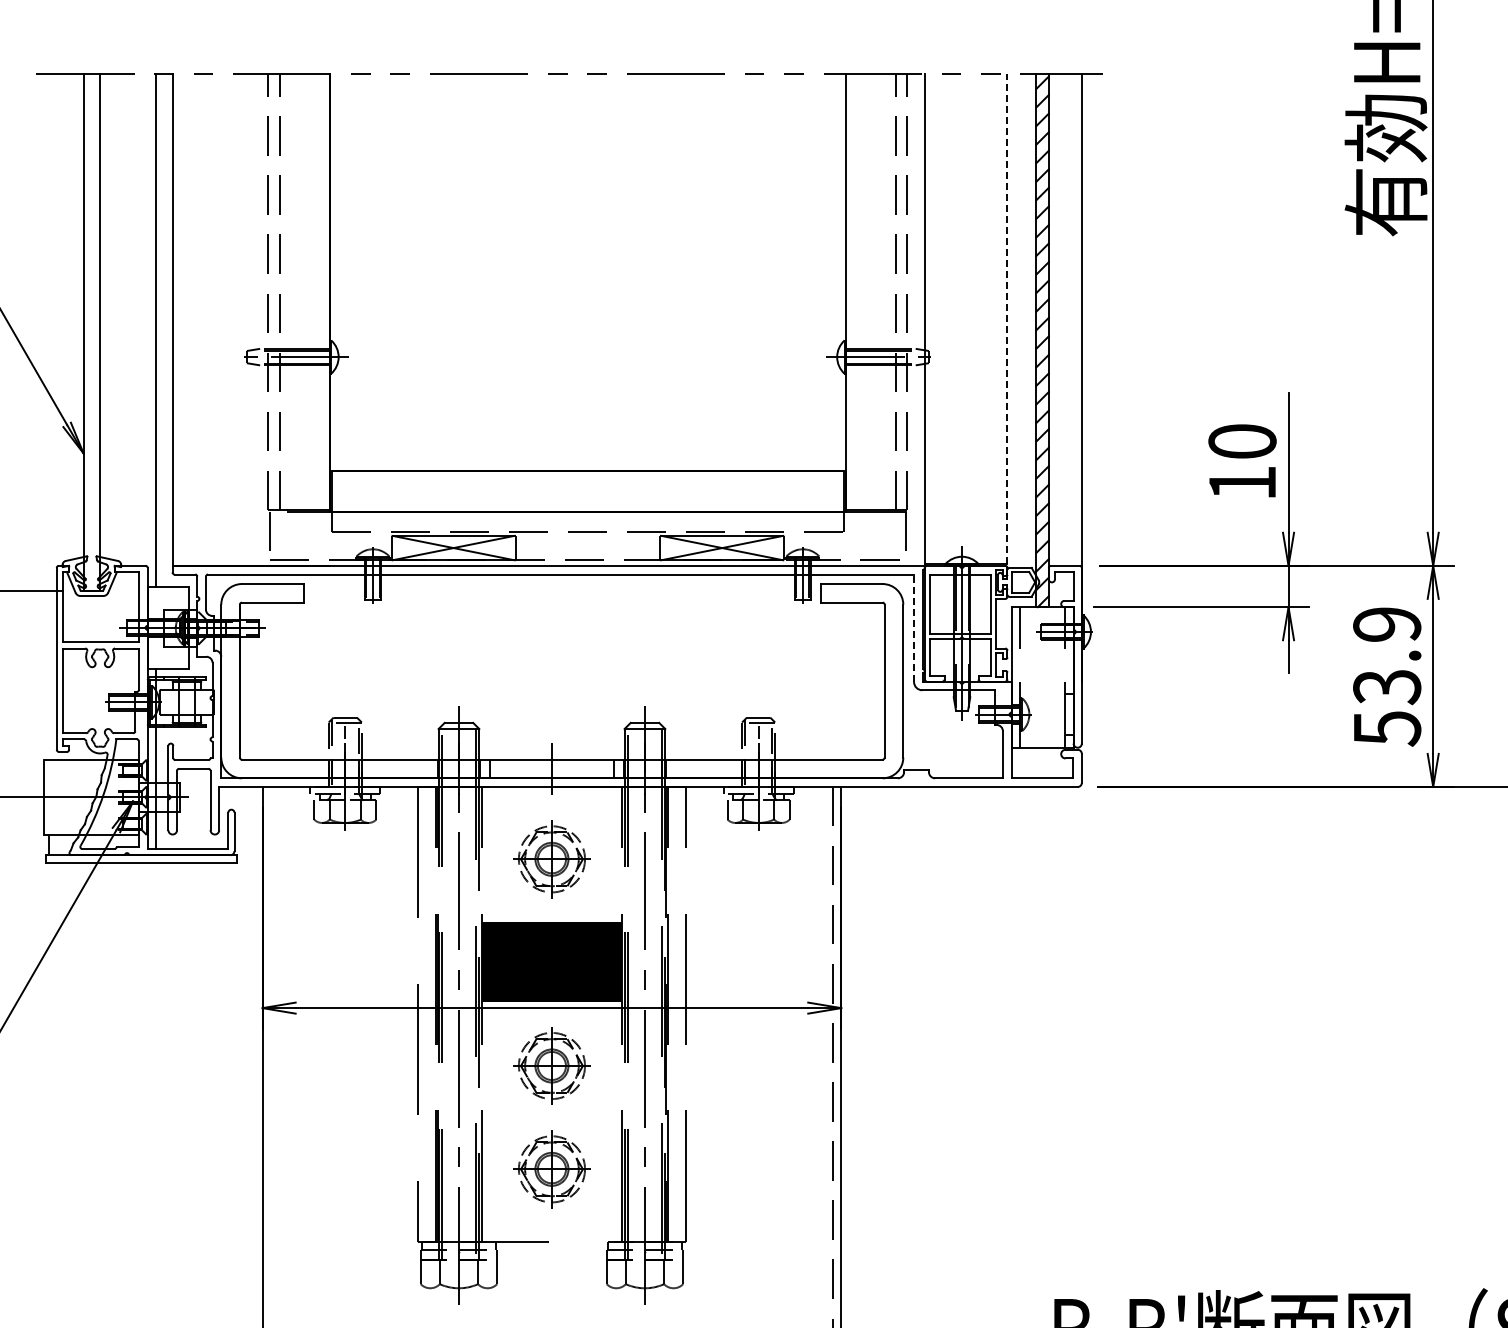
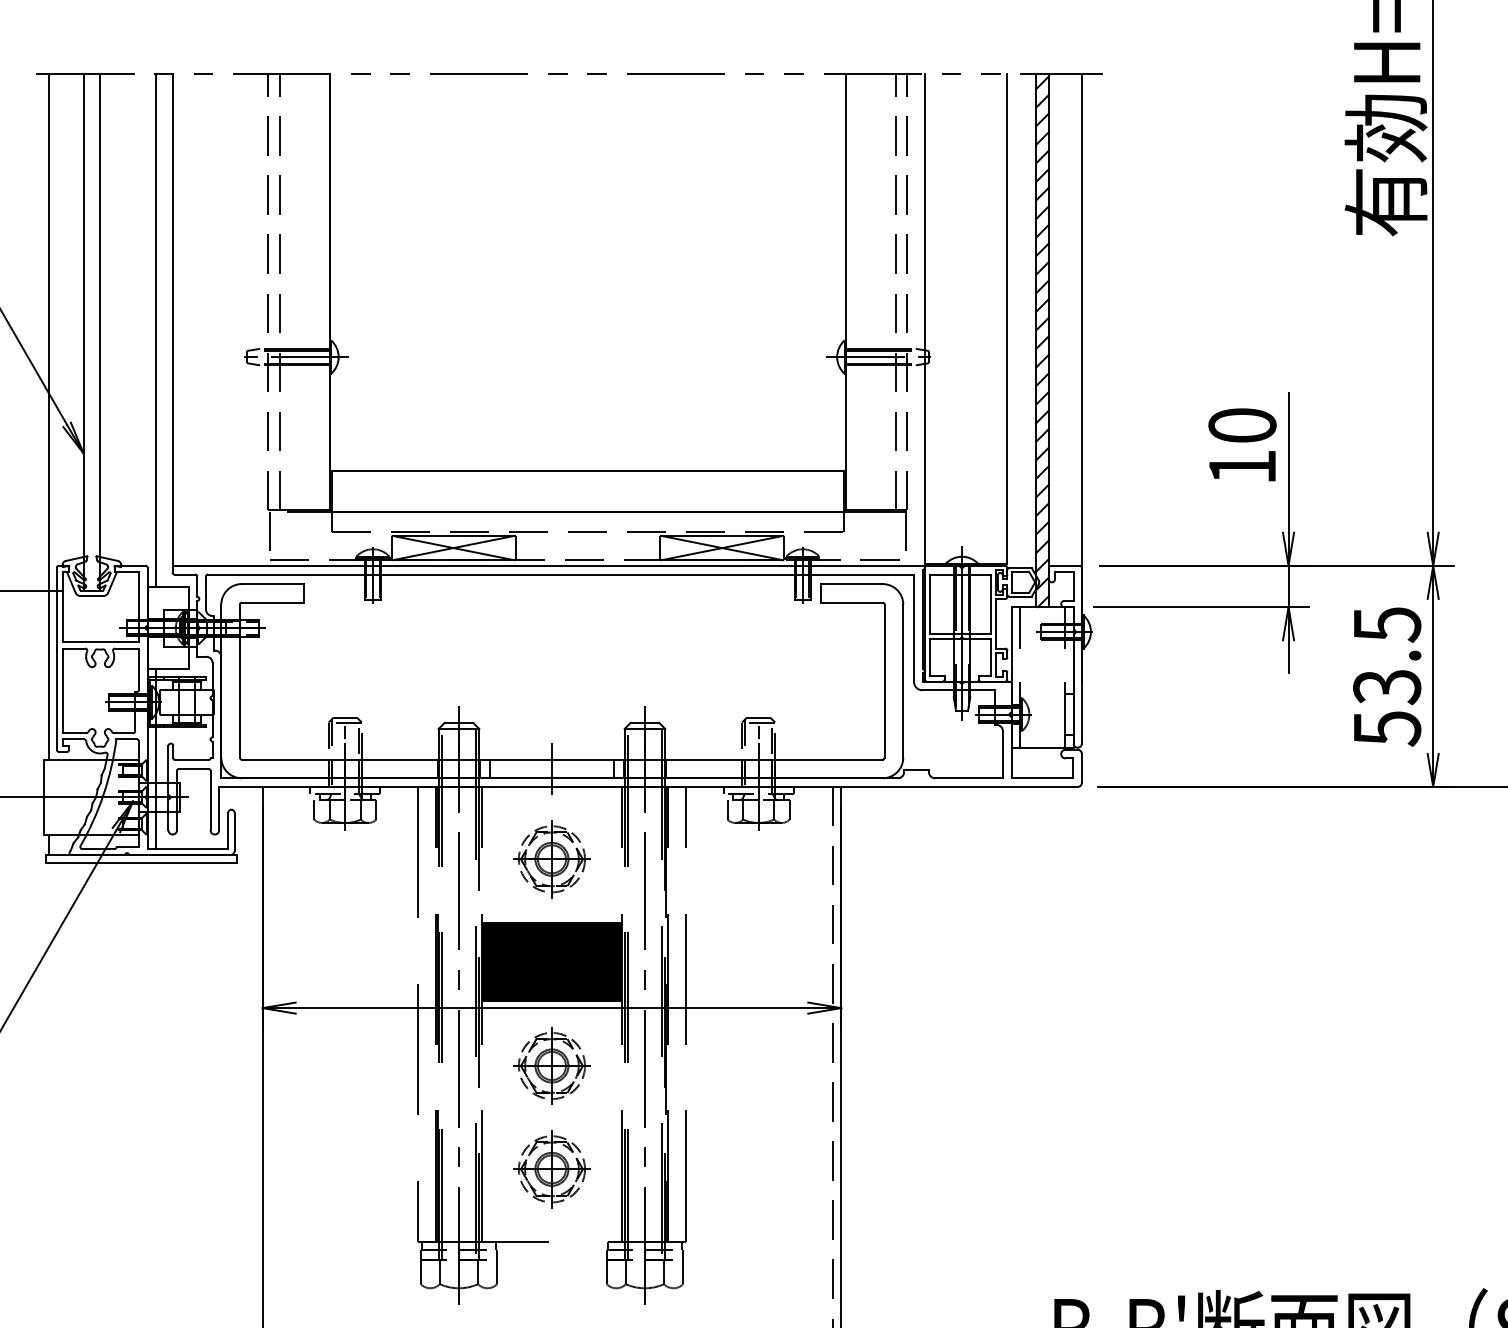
line at (1007, 319): dashed -> solid
line at (48, 416): none -> present
text at (1242, 460) position: (1242, 460) -> (1242, 444)
text at (1387, 624): 53.9 -> 53.5
line at (914, 628): dashed -> solid
